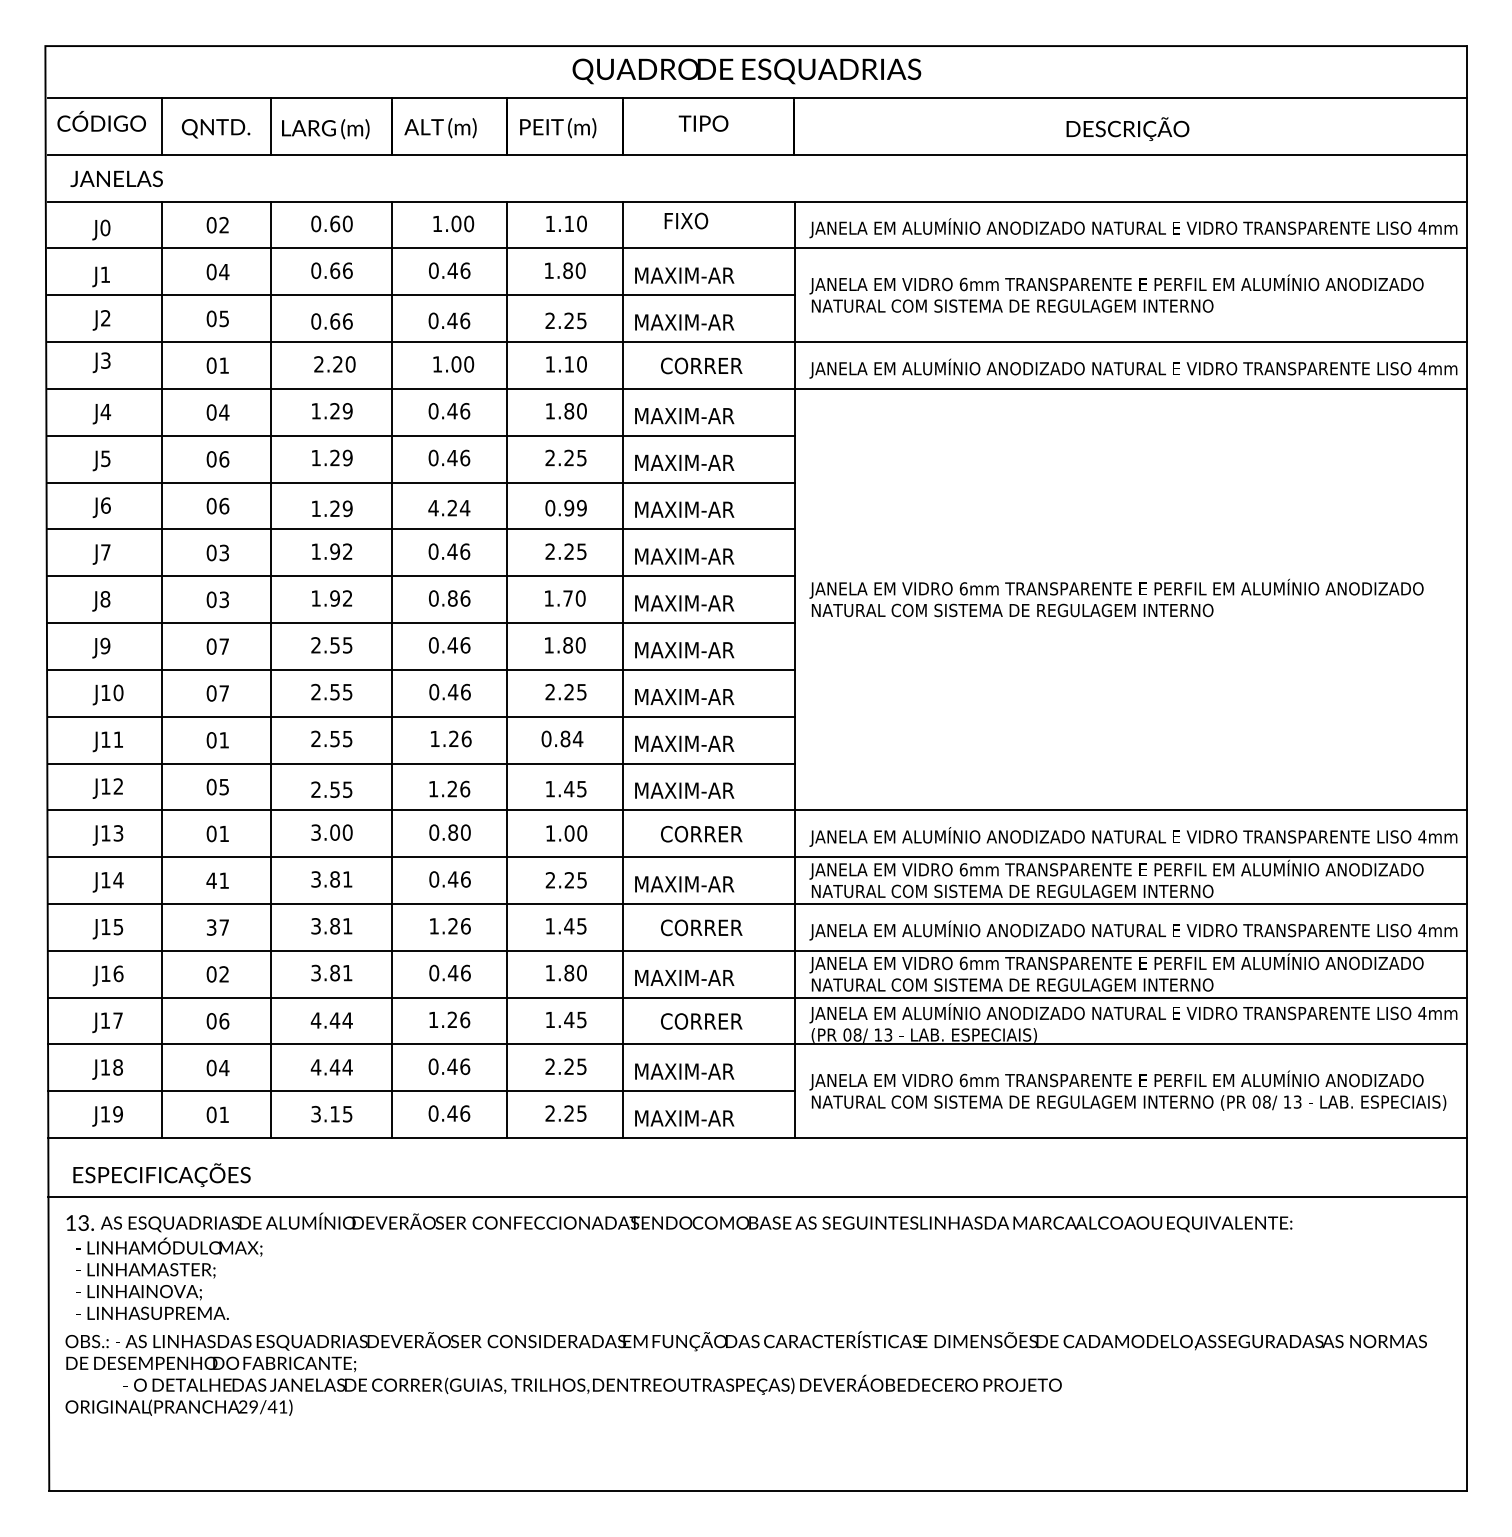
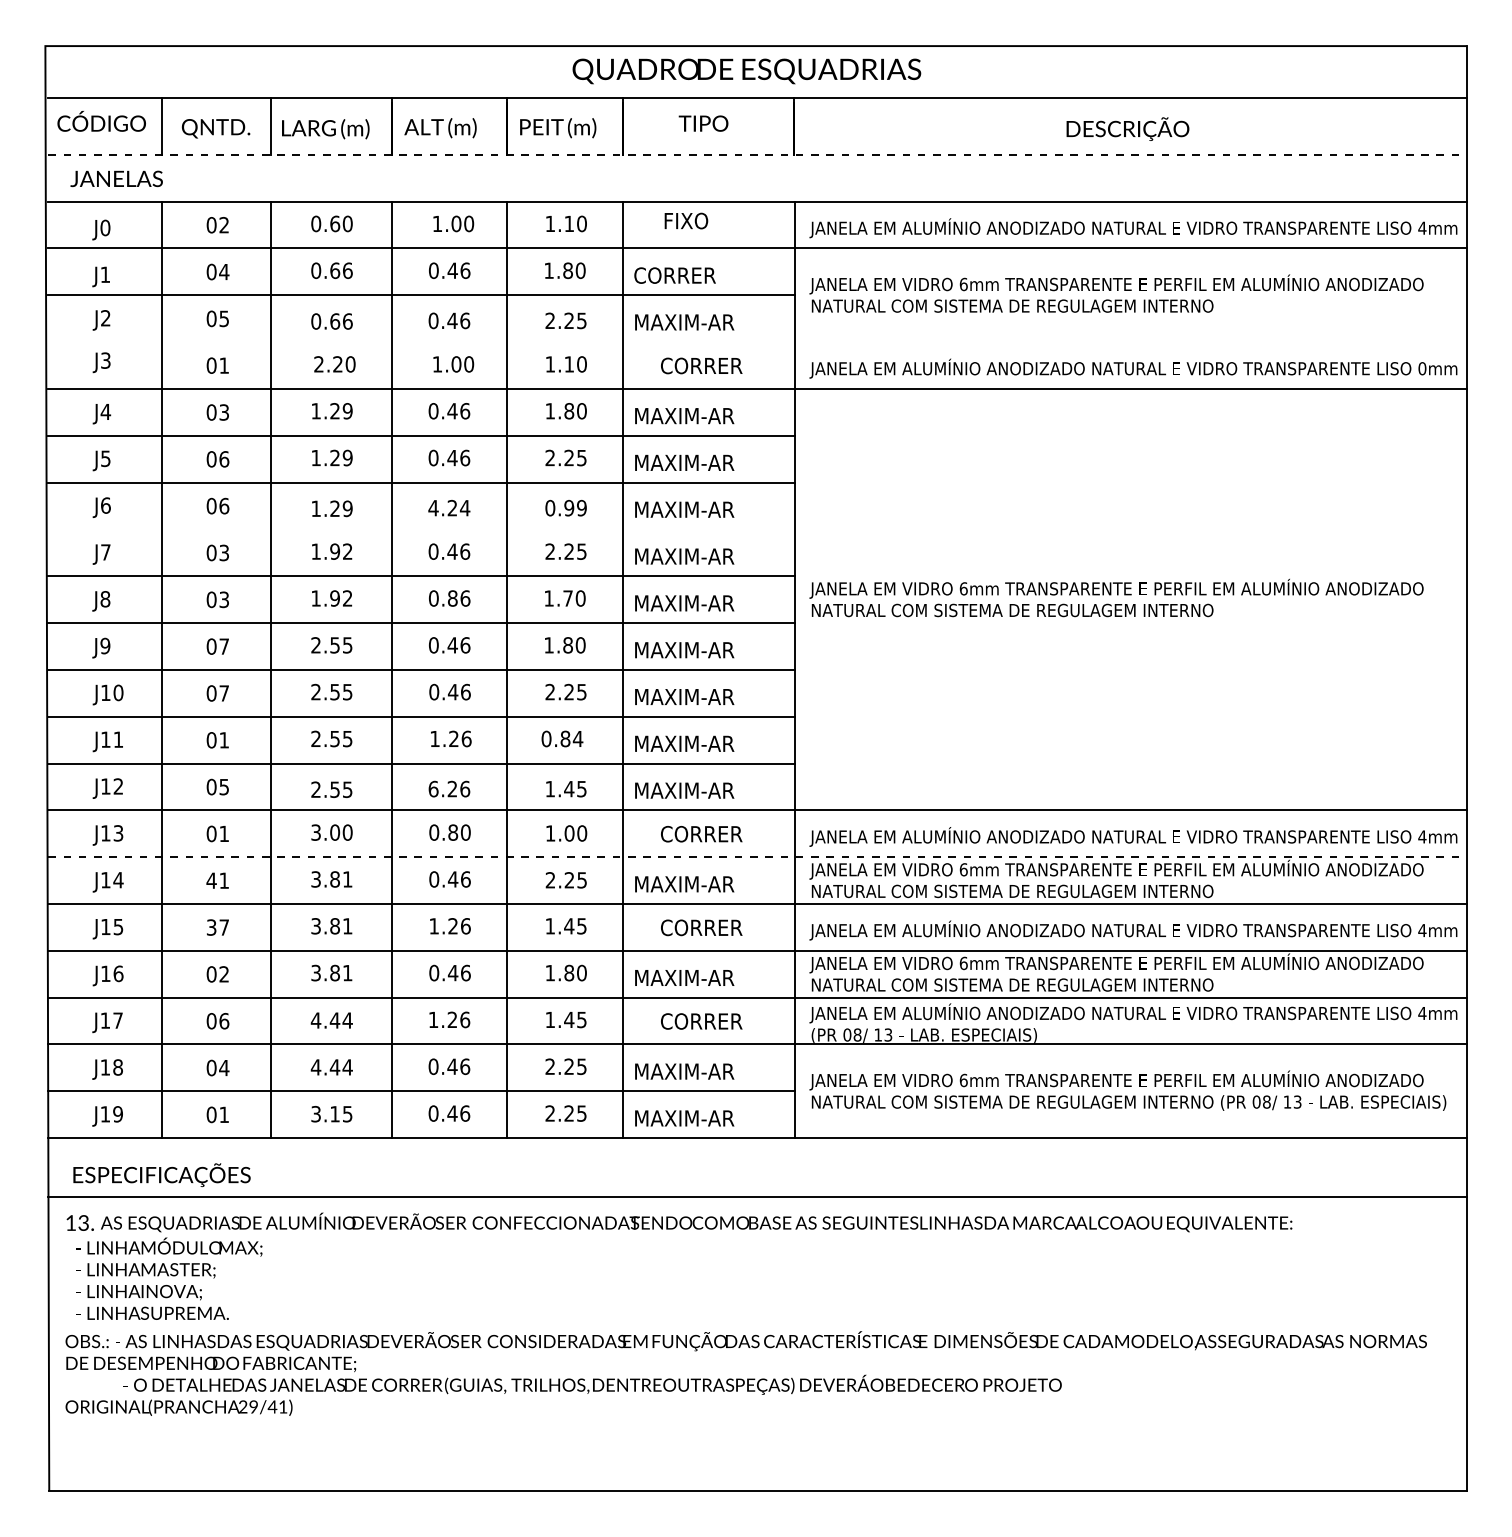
line at (757, 154): solid -> dashed
text at (684, 275): MAXIM-AR -> CORRER
line at (757, 342): present -> none
text at (1422, 368): 4mm -> 0mm
text at (224, 412): 04 -> 03
line at (421, 529): present -> none
text at (433, 788): 1.26 -> 6.26
line at (757, 857): solid -> dashed
